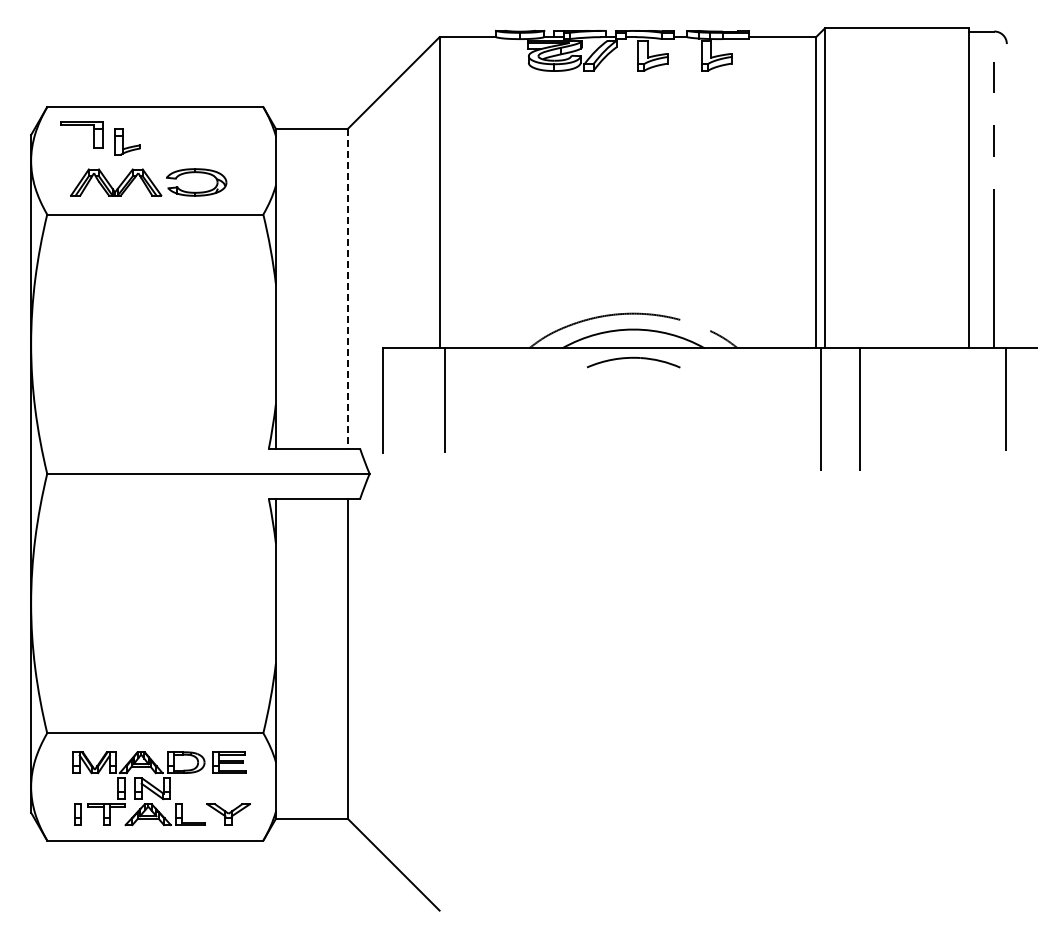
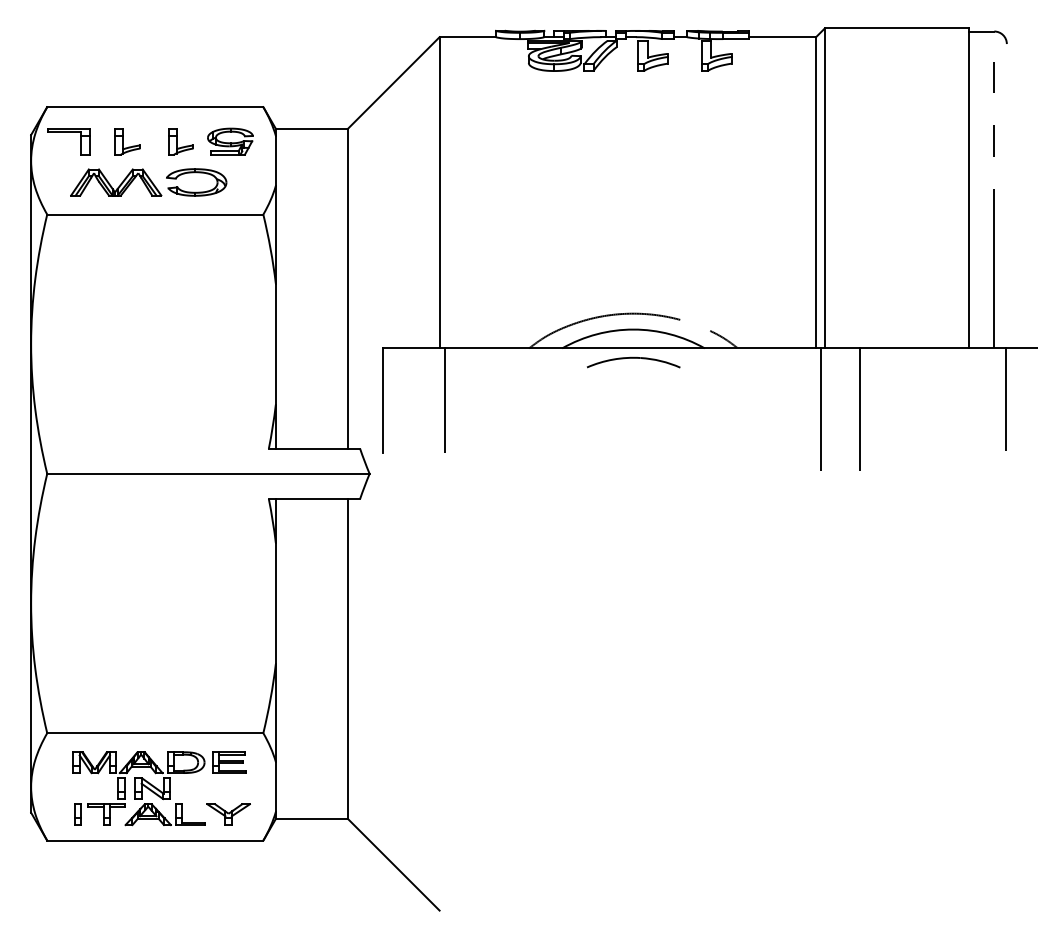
part at (81, 125) position: (81, 125) -> (68, 132)
part at (180, 141): none -> present
part at (230, 141): none -> present
line at (348, 289): dashed -> solid
